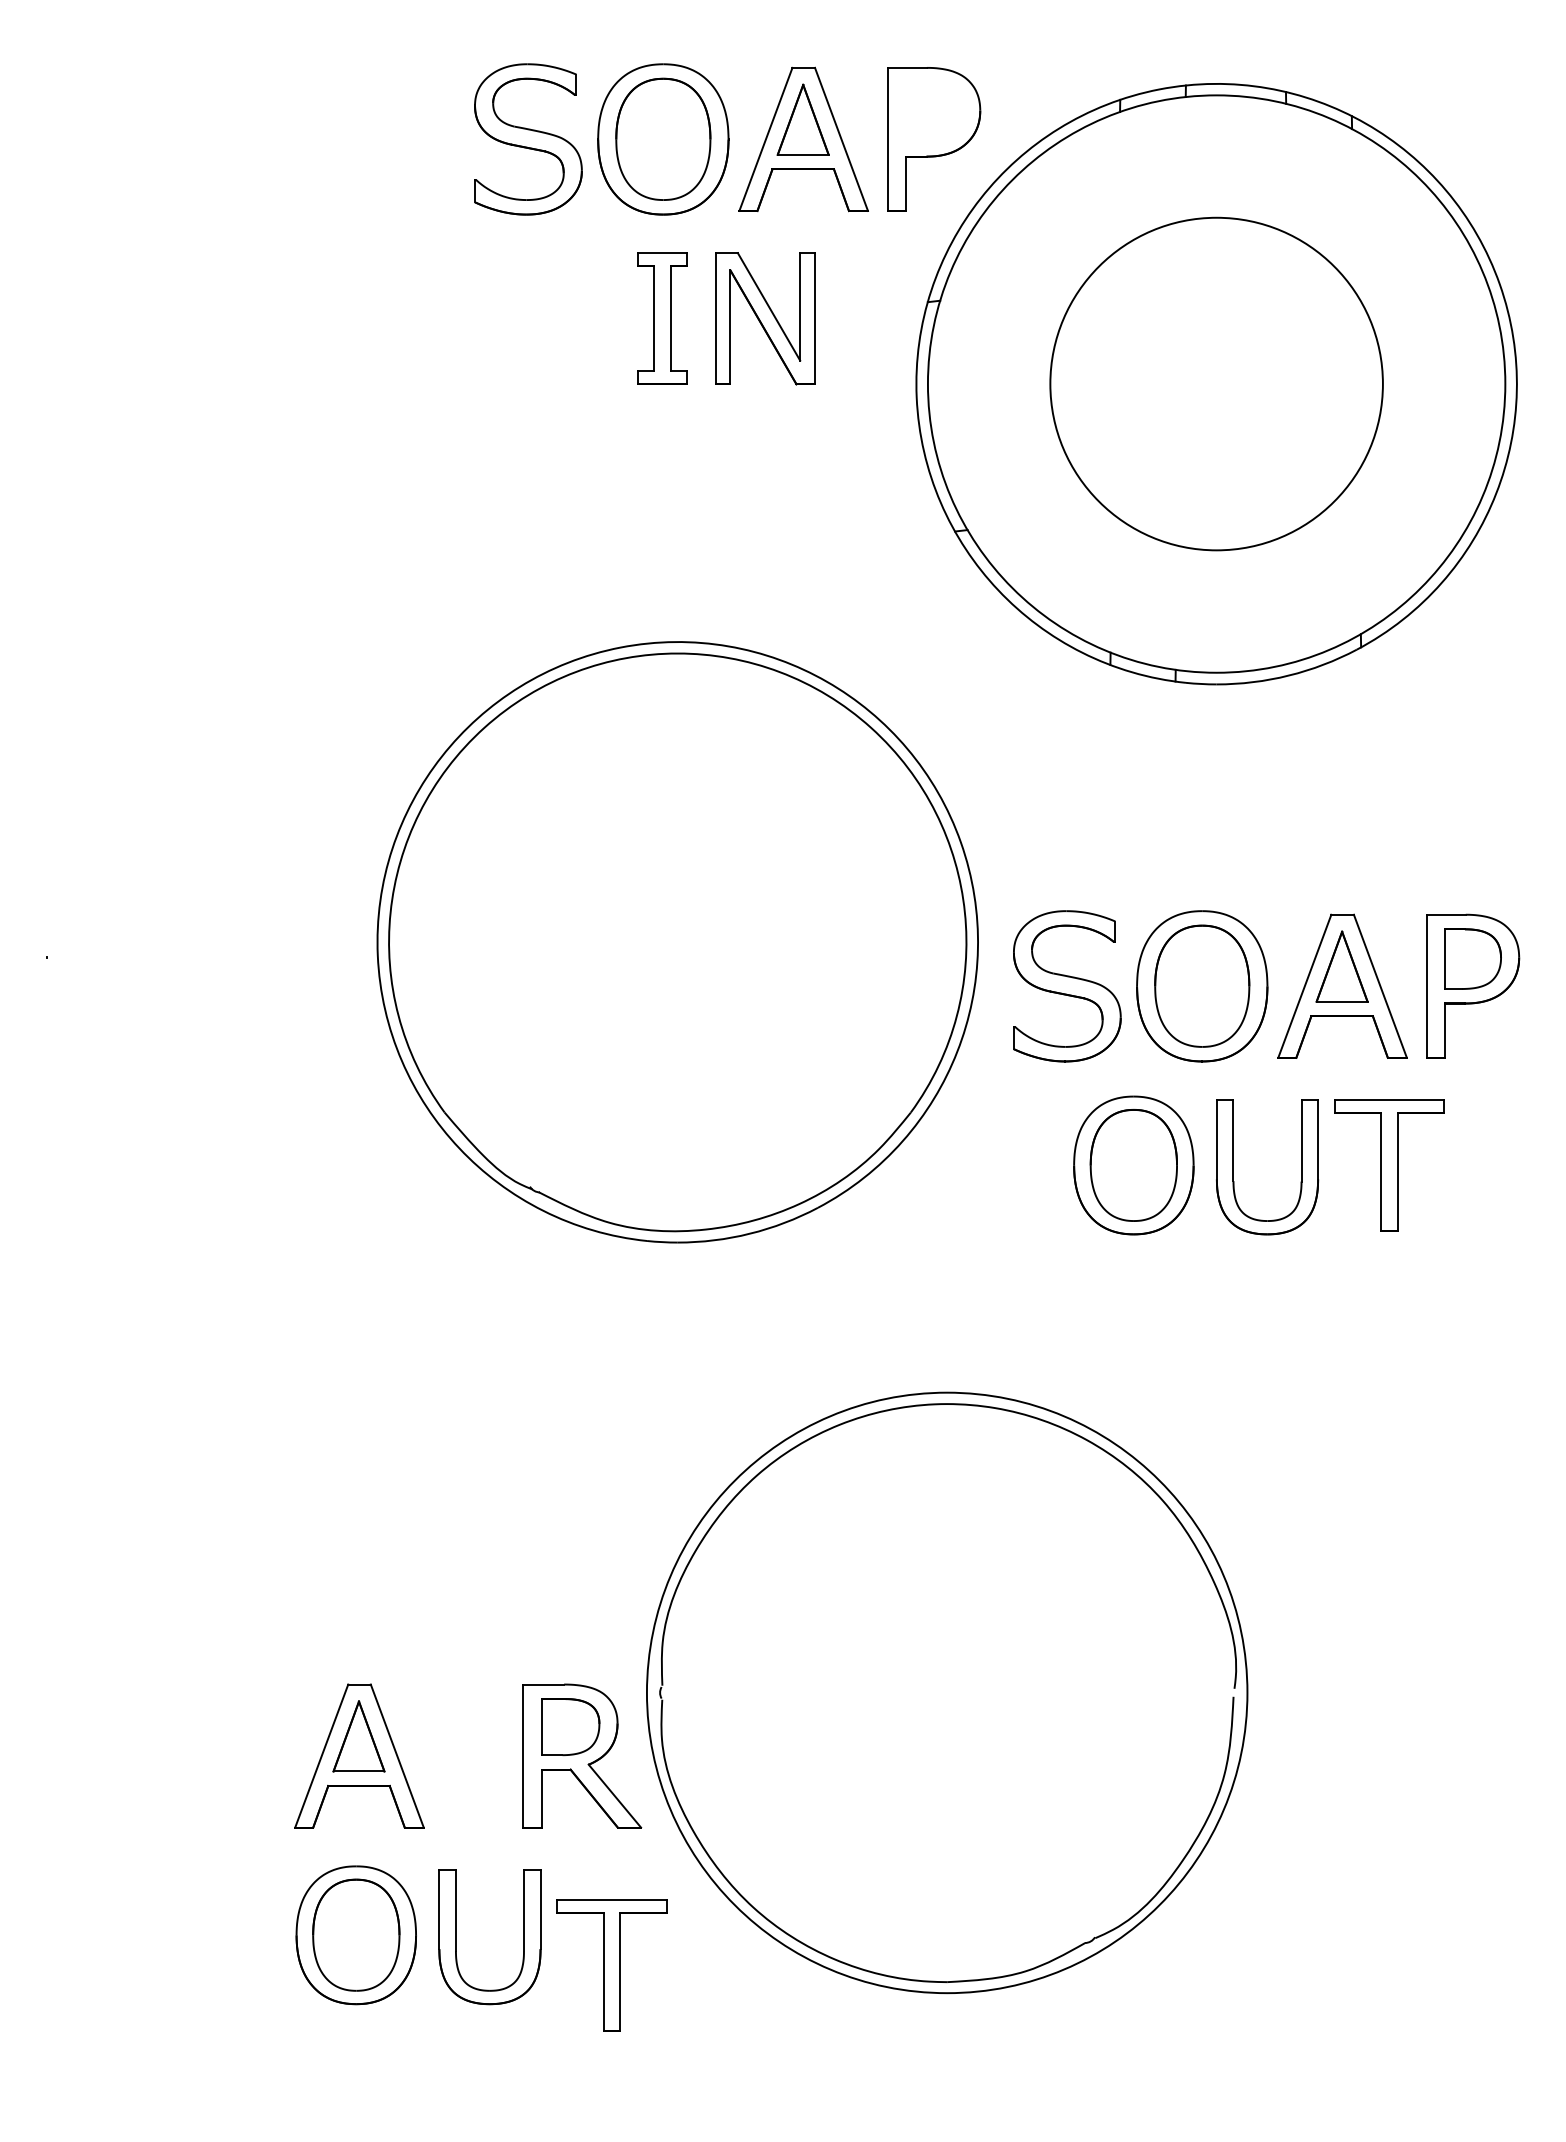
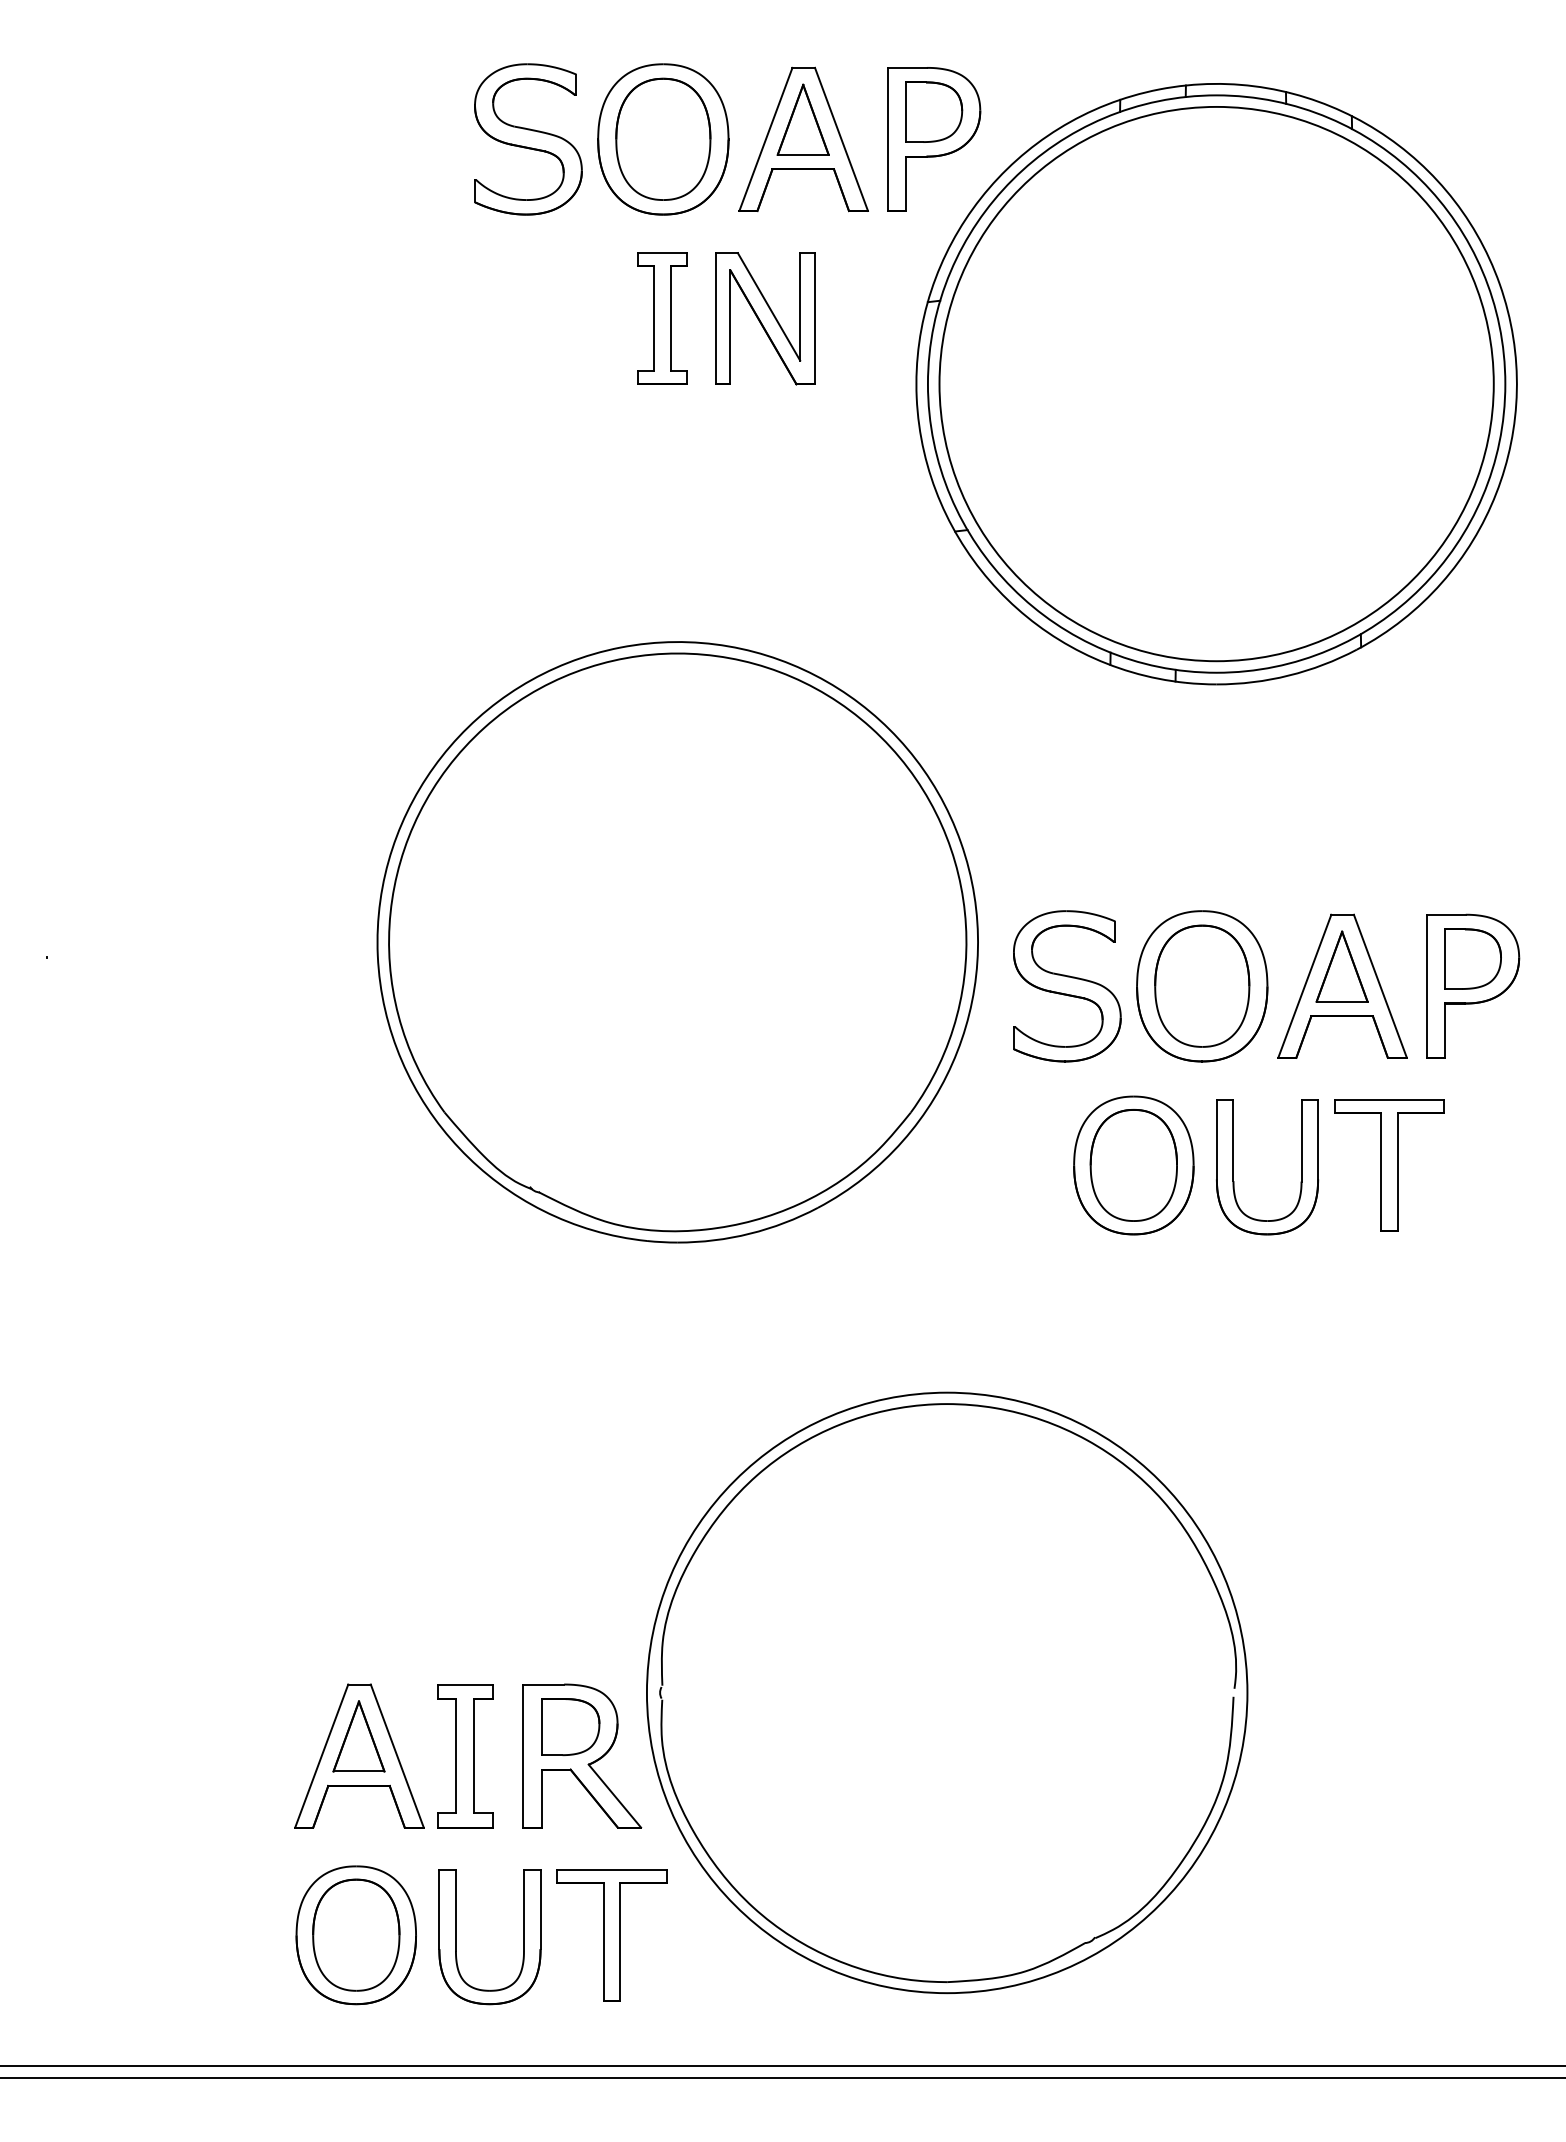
part at (934, 111): none -> present
circle at (1216, 383) diameter: 333 px -> 554 px
part at (465, 1756): none -> present
part at (611, 1965) position: (611, 1965) -> (611, 1935)
line at (782, 2066): none -> present
line at (782, 2077): none -> present
